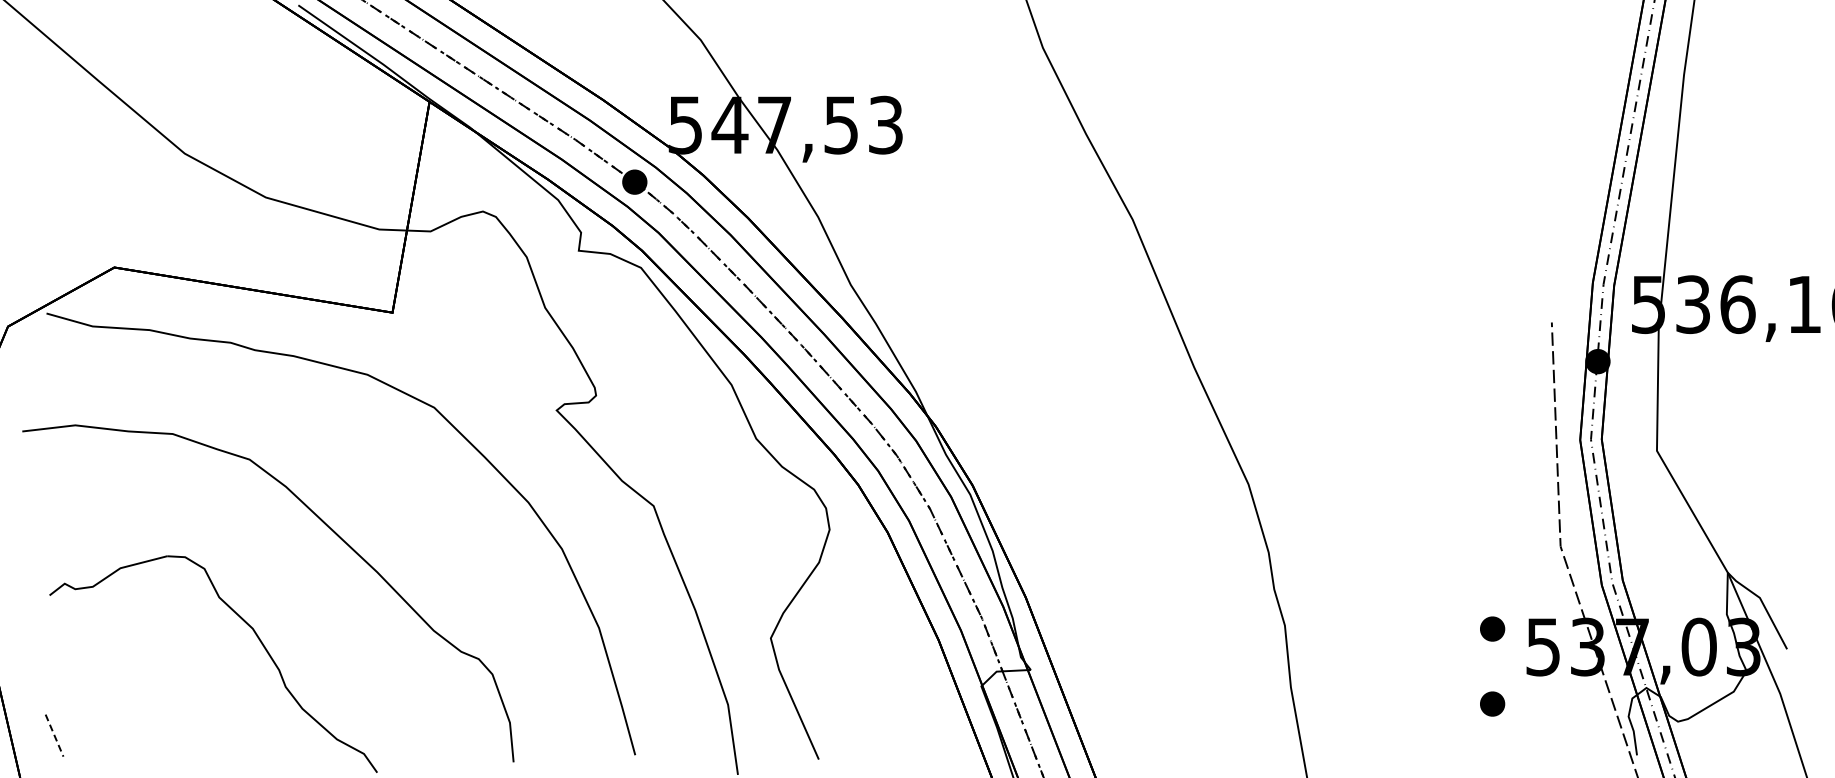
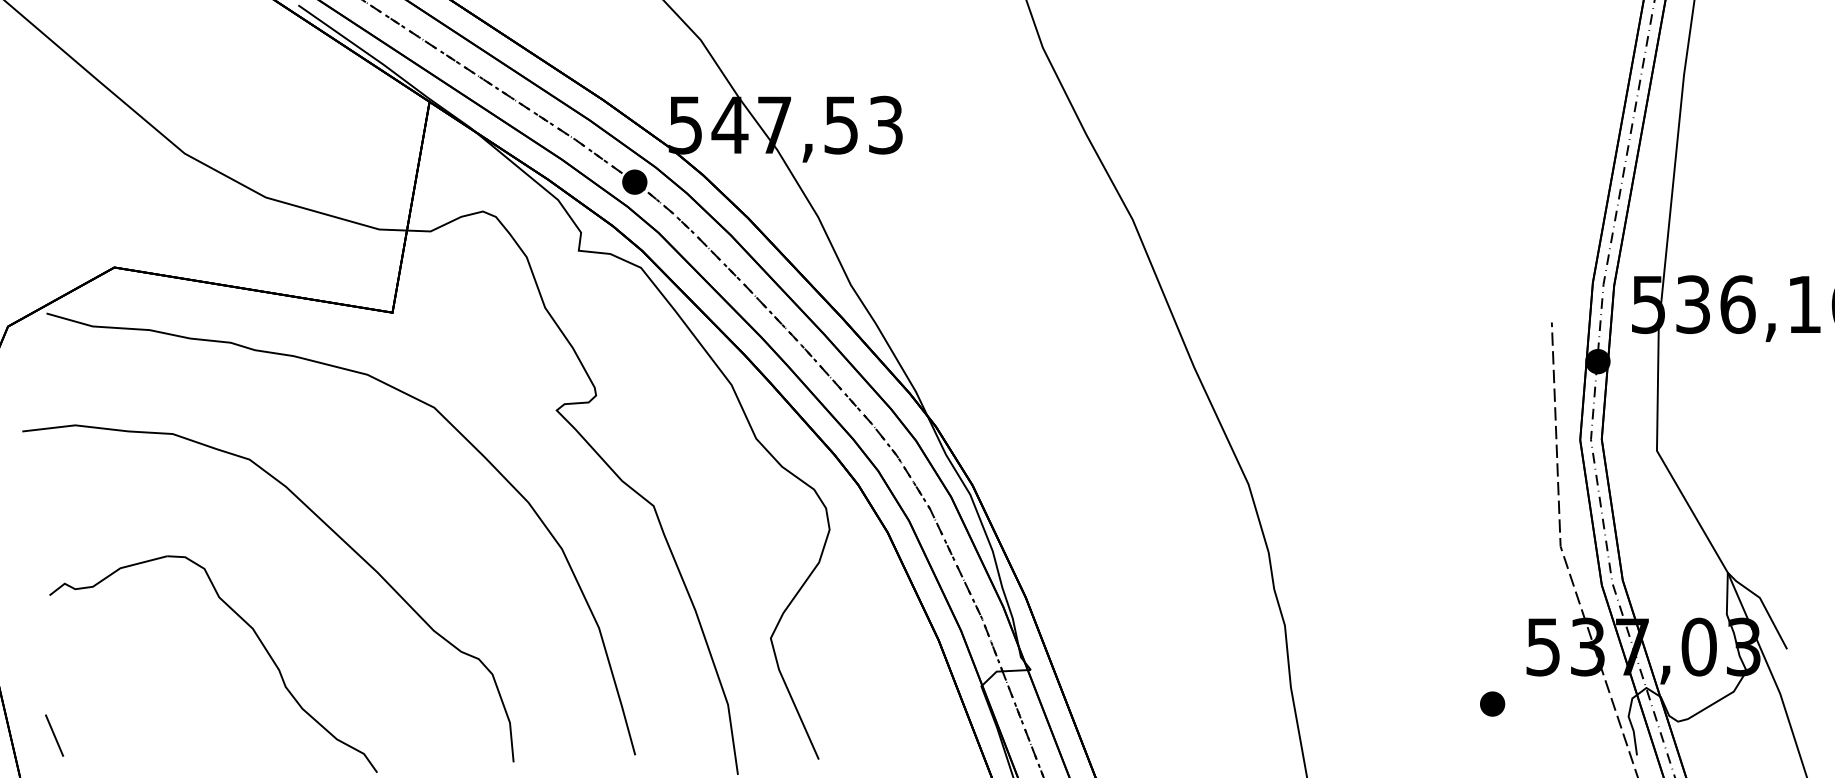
part at (1492, 628): present -> none
line at (54, 735): dashed -> solid
